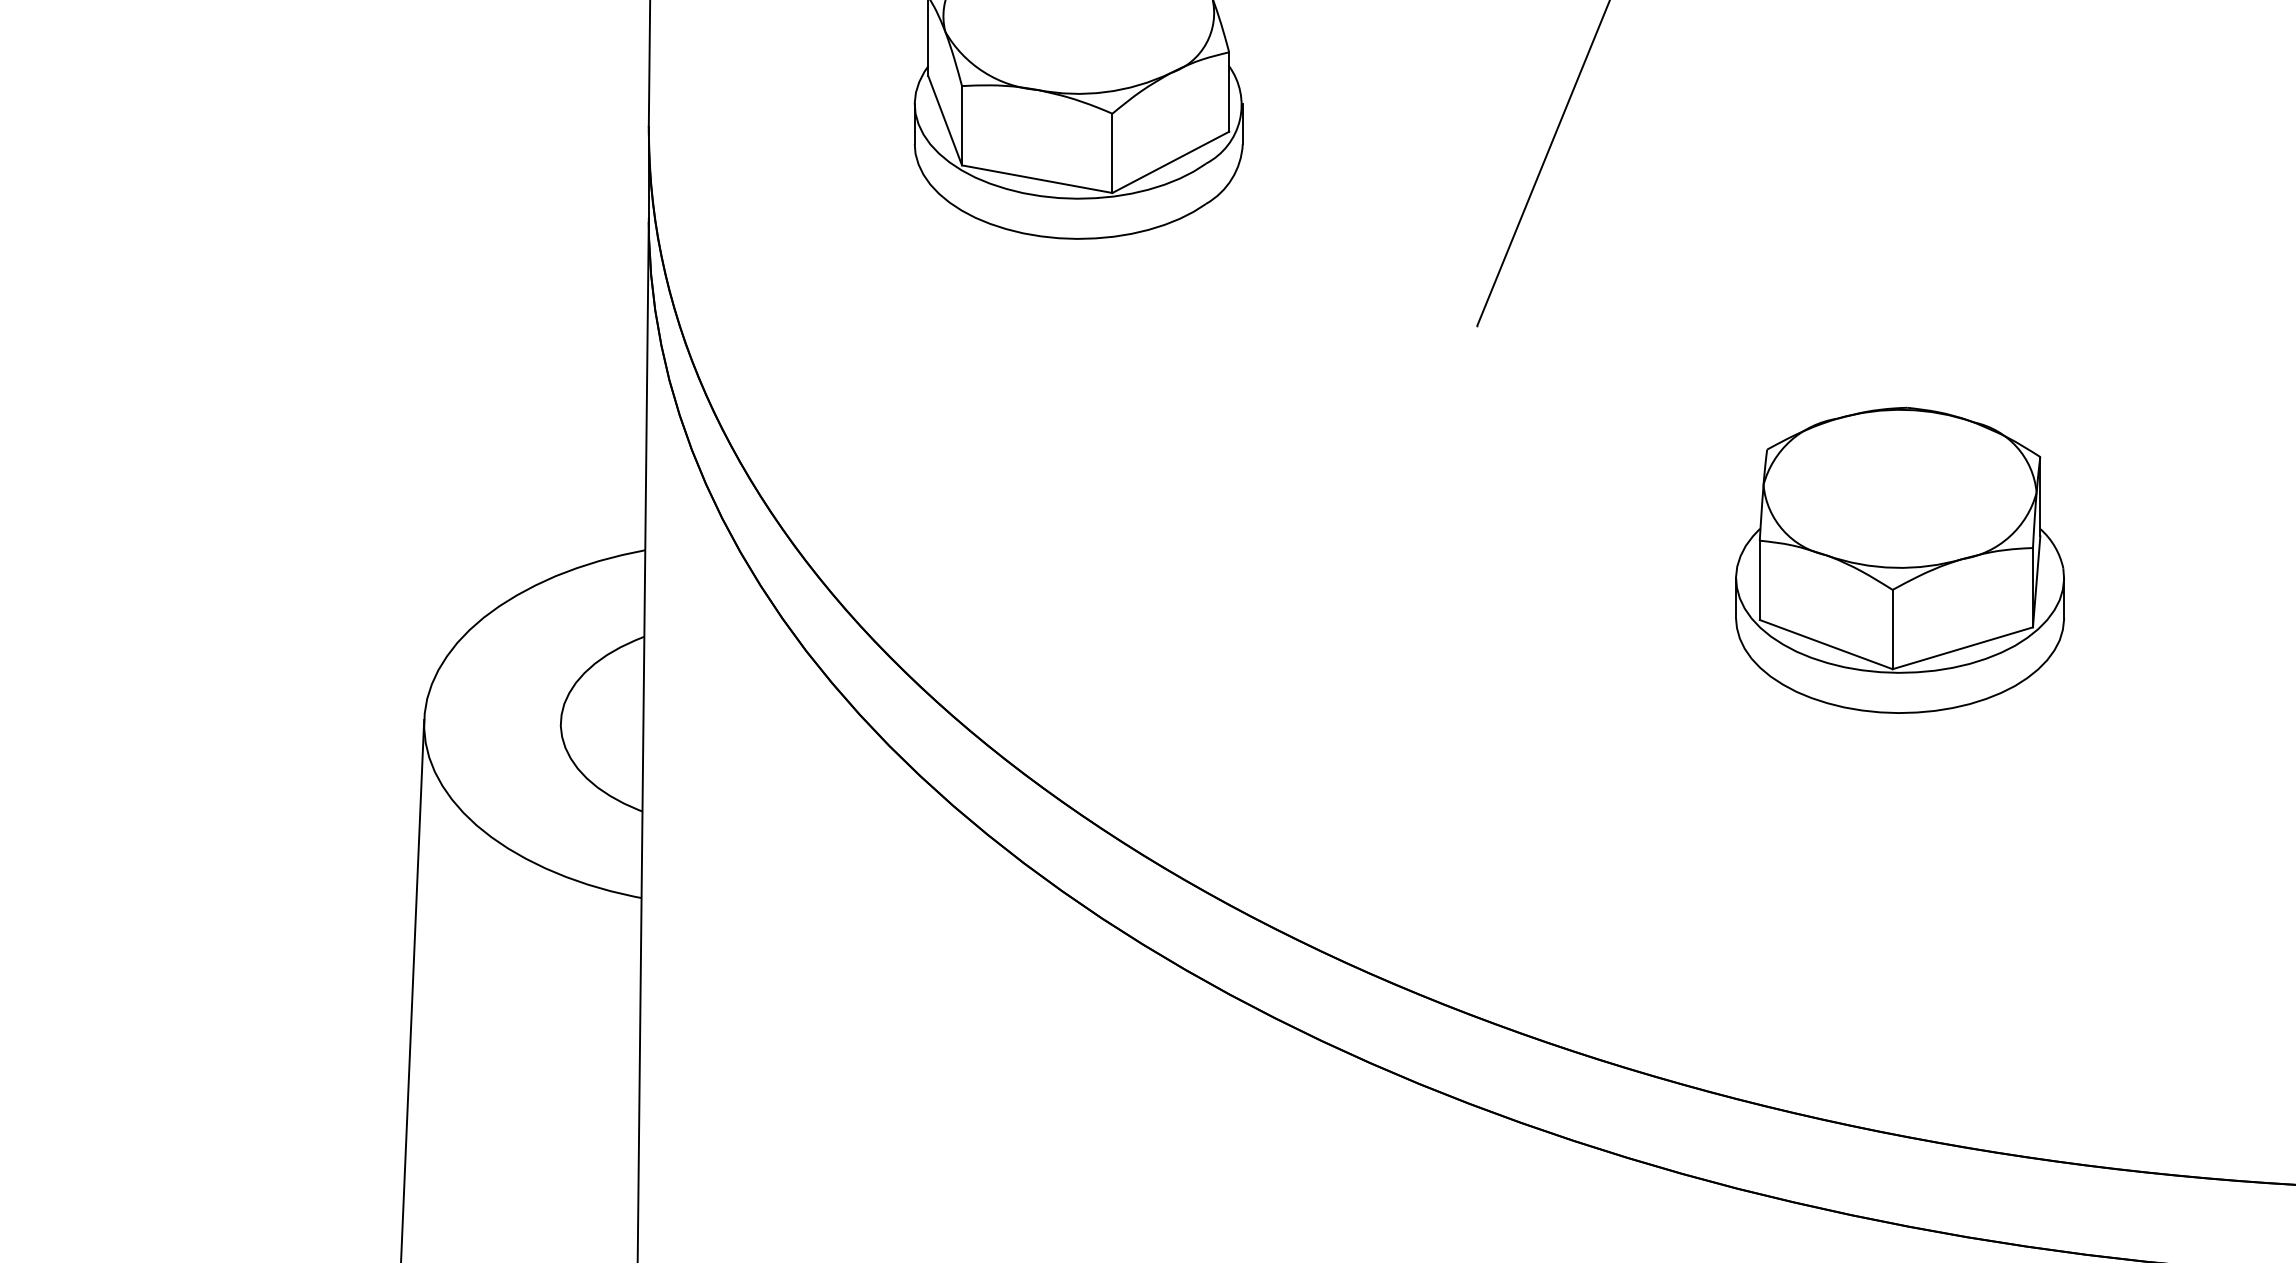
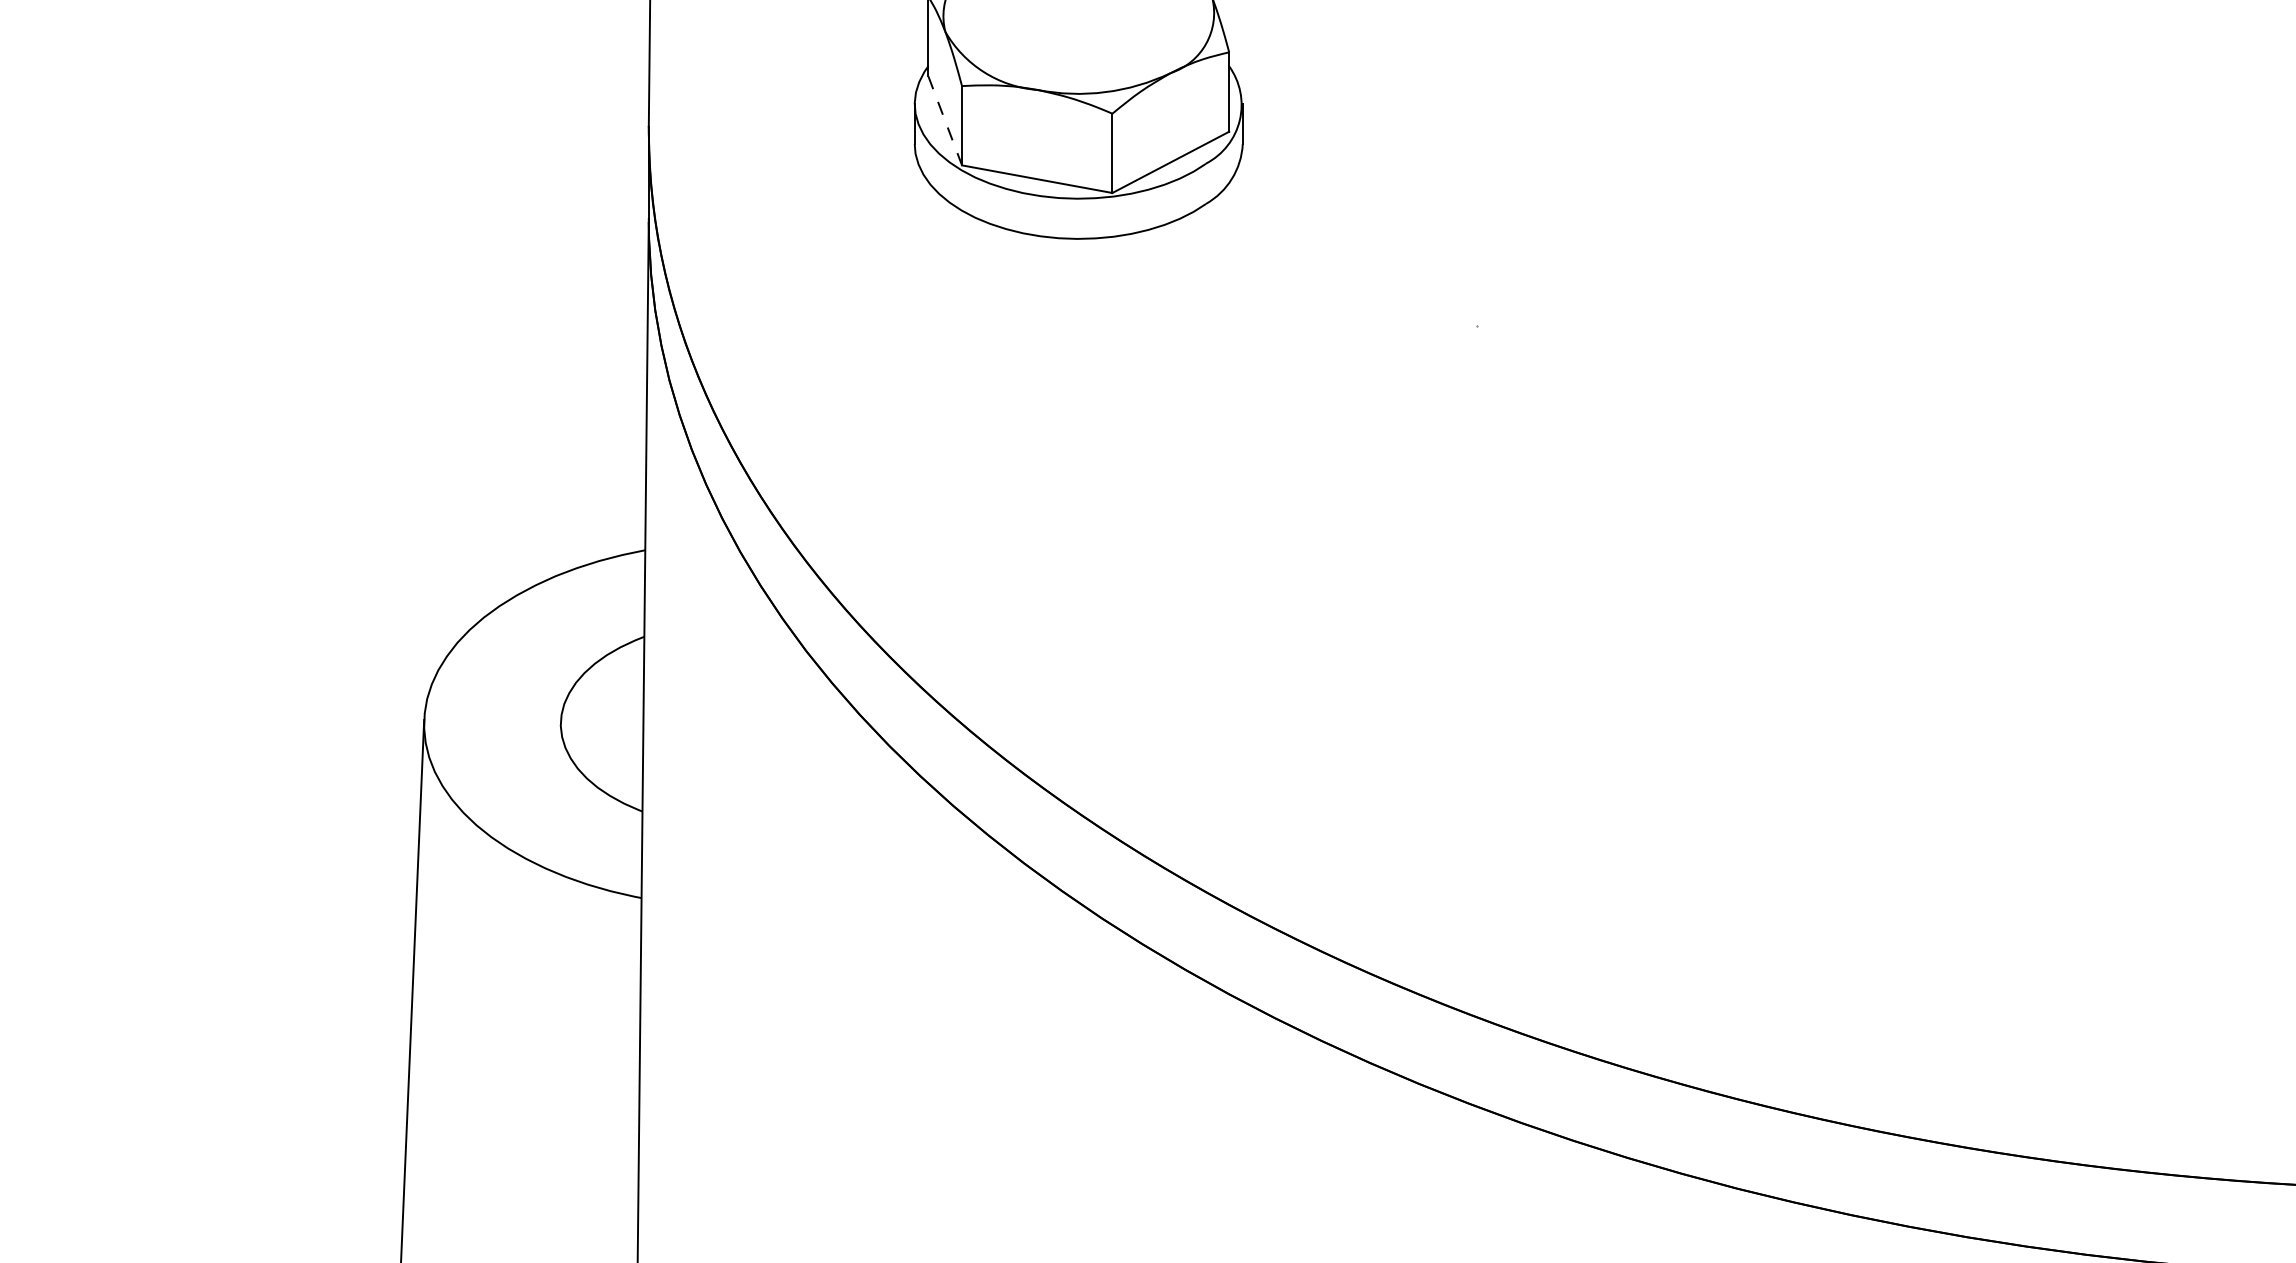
line at (945, 120): solid -> dashed
line at (1543, 163): present -> none
part at (1899, 559): present -> none
